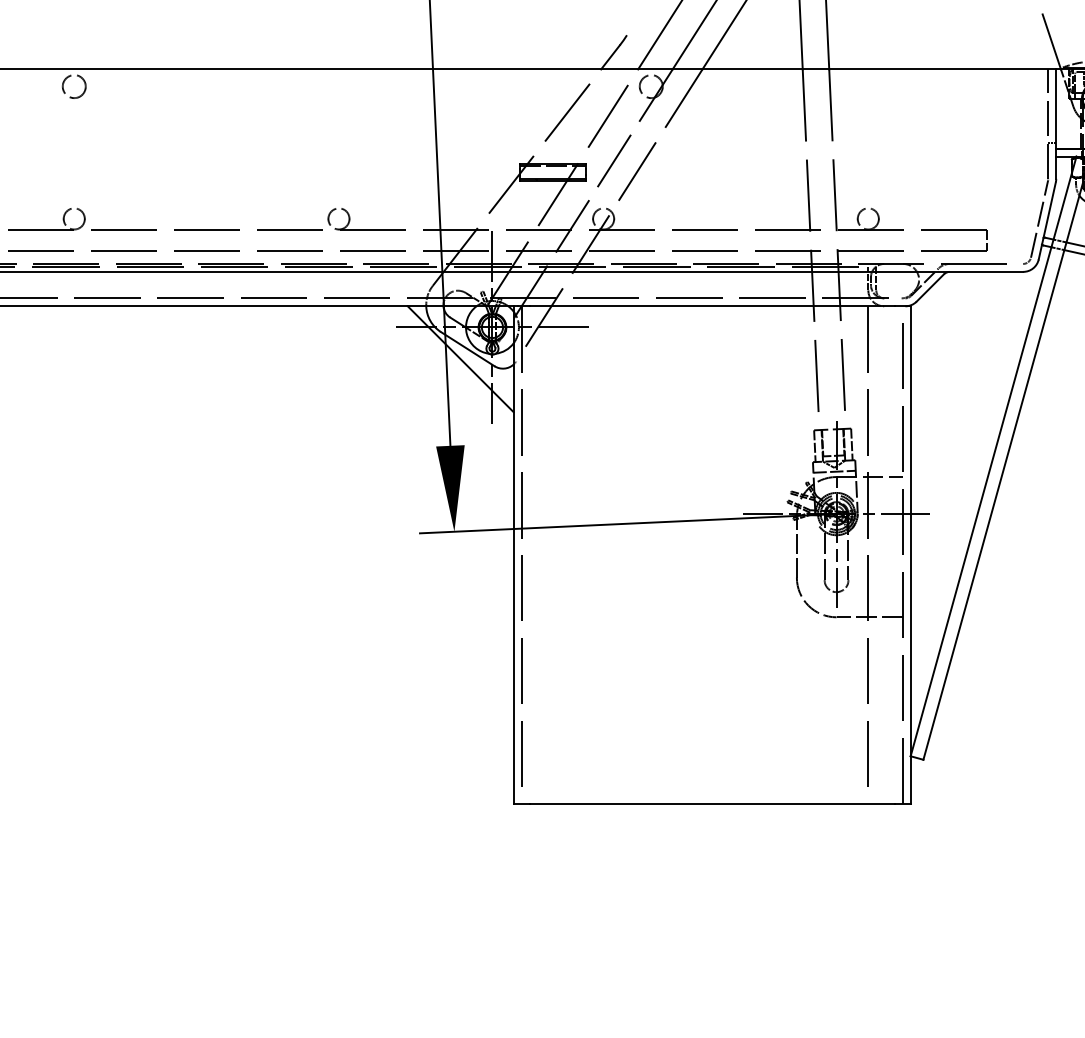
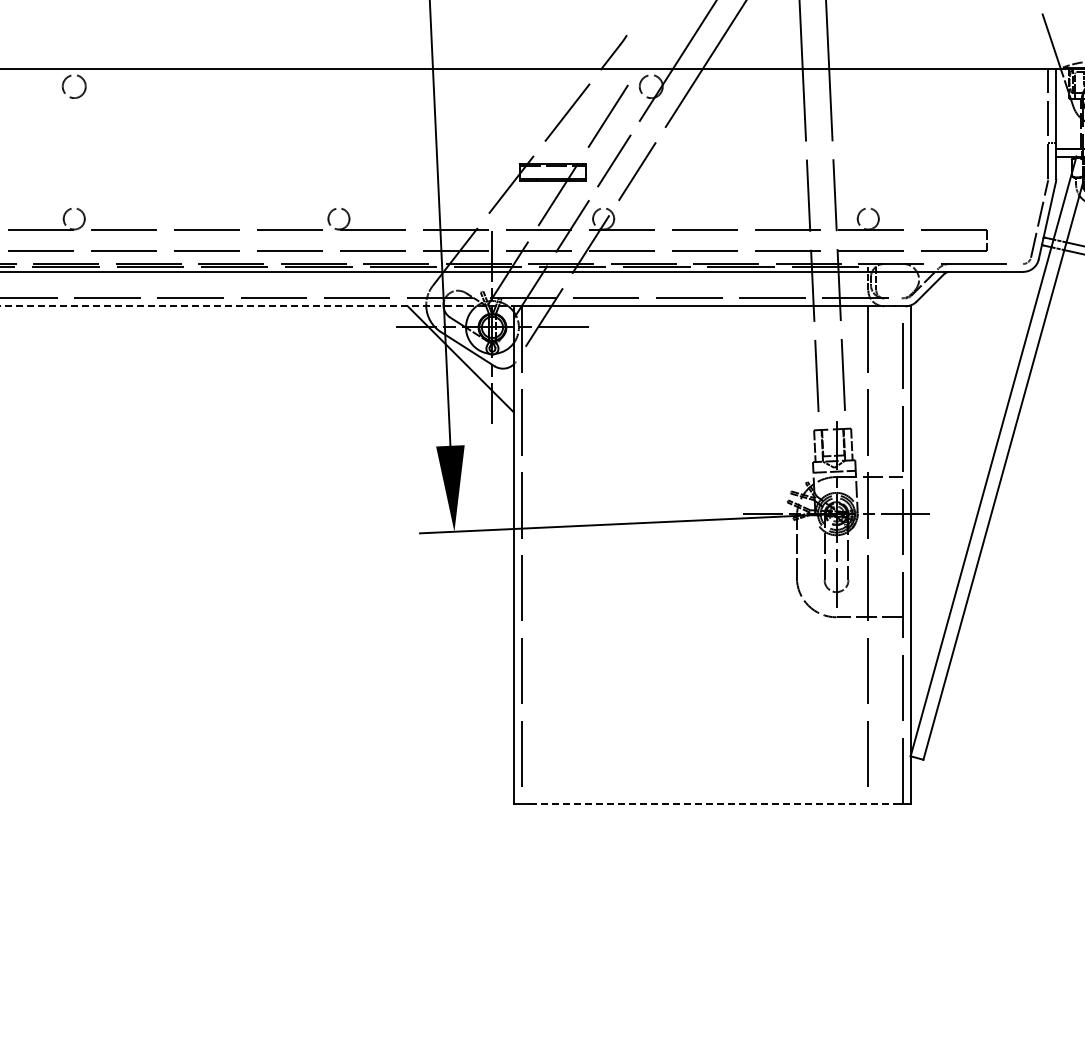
line at (659, 35): present -> none
line at (258, 306): solid -> dashed
line at (712, 803): solid -> dashed
